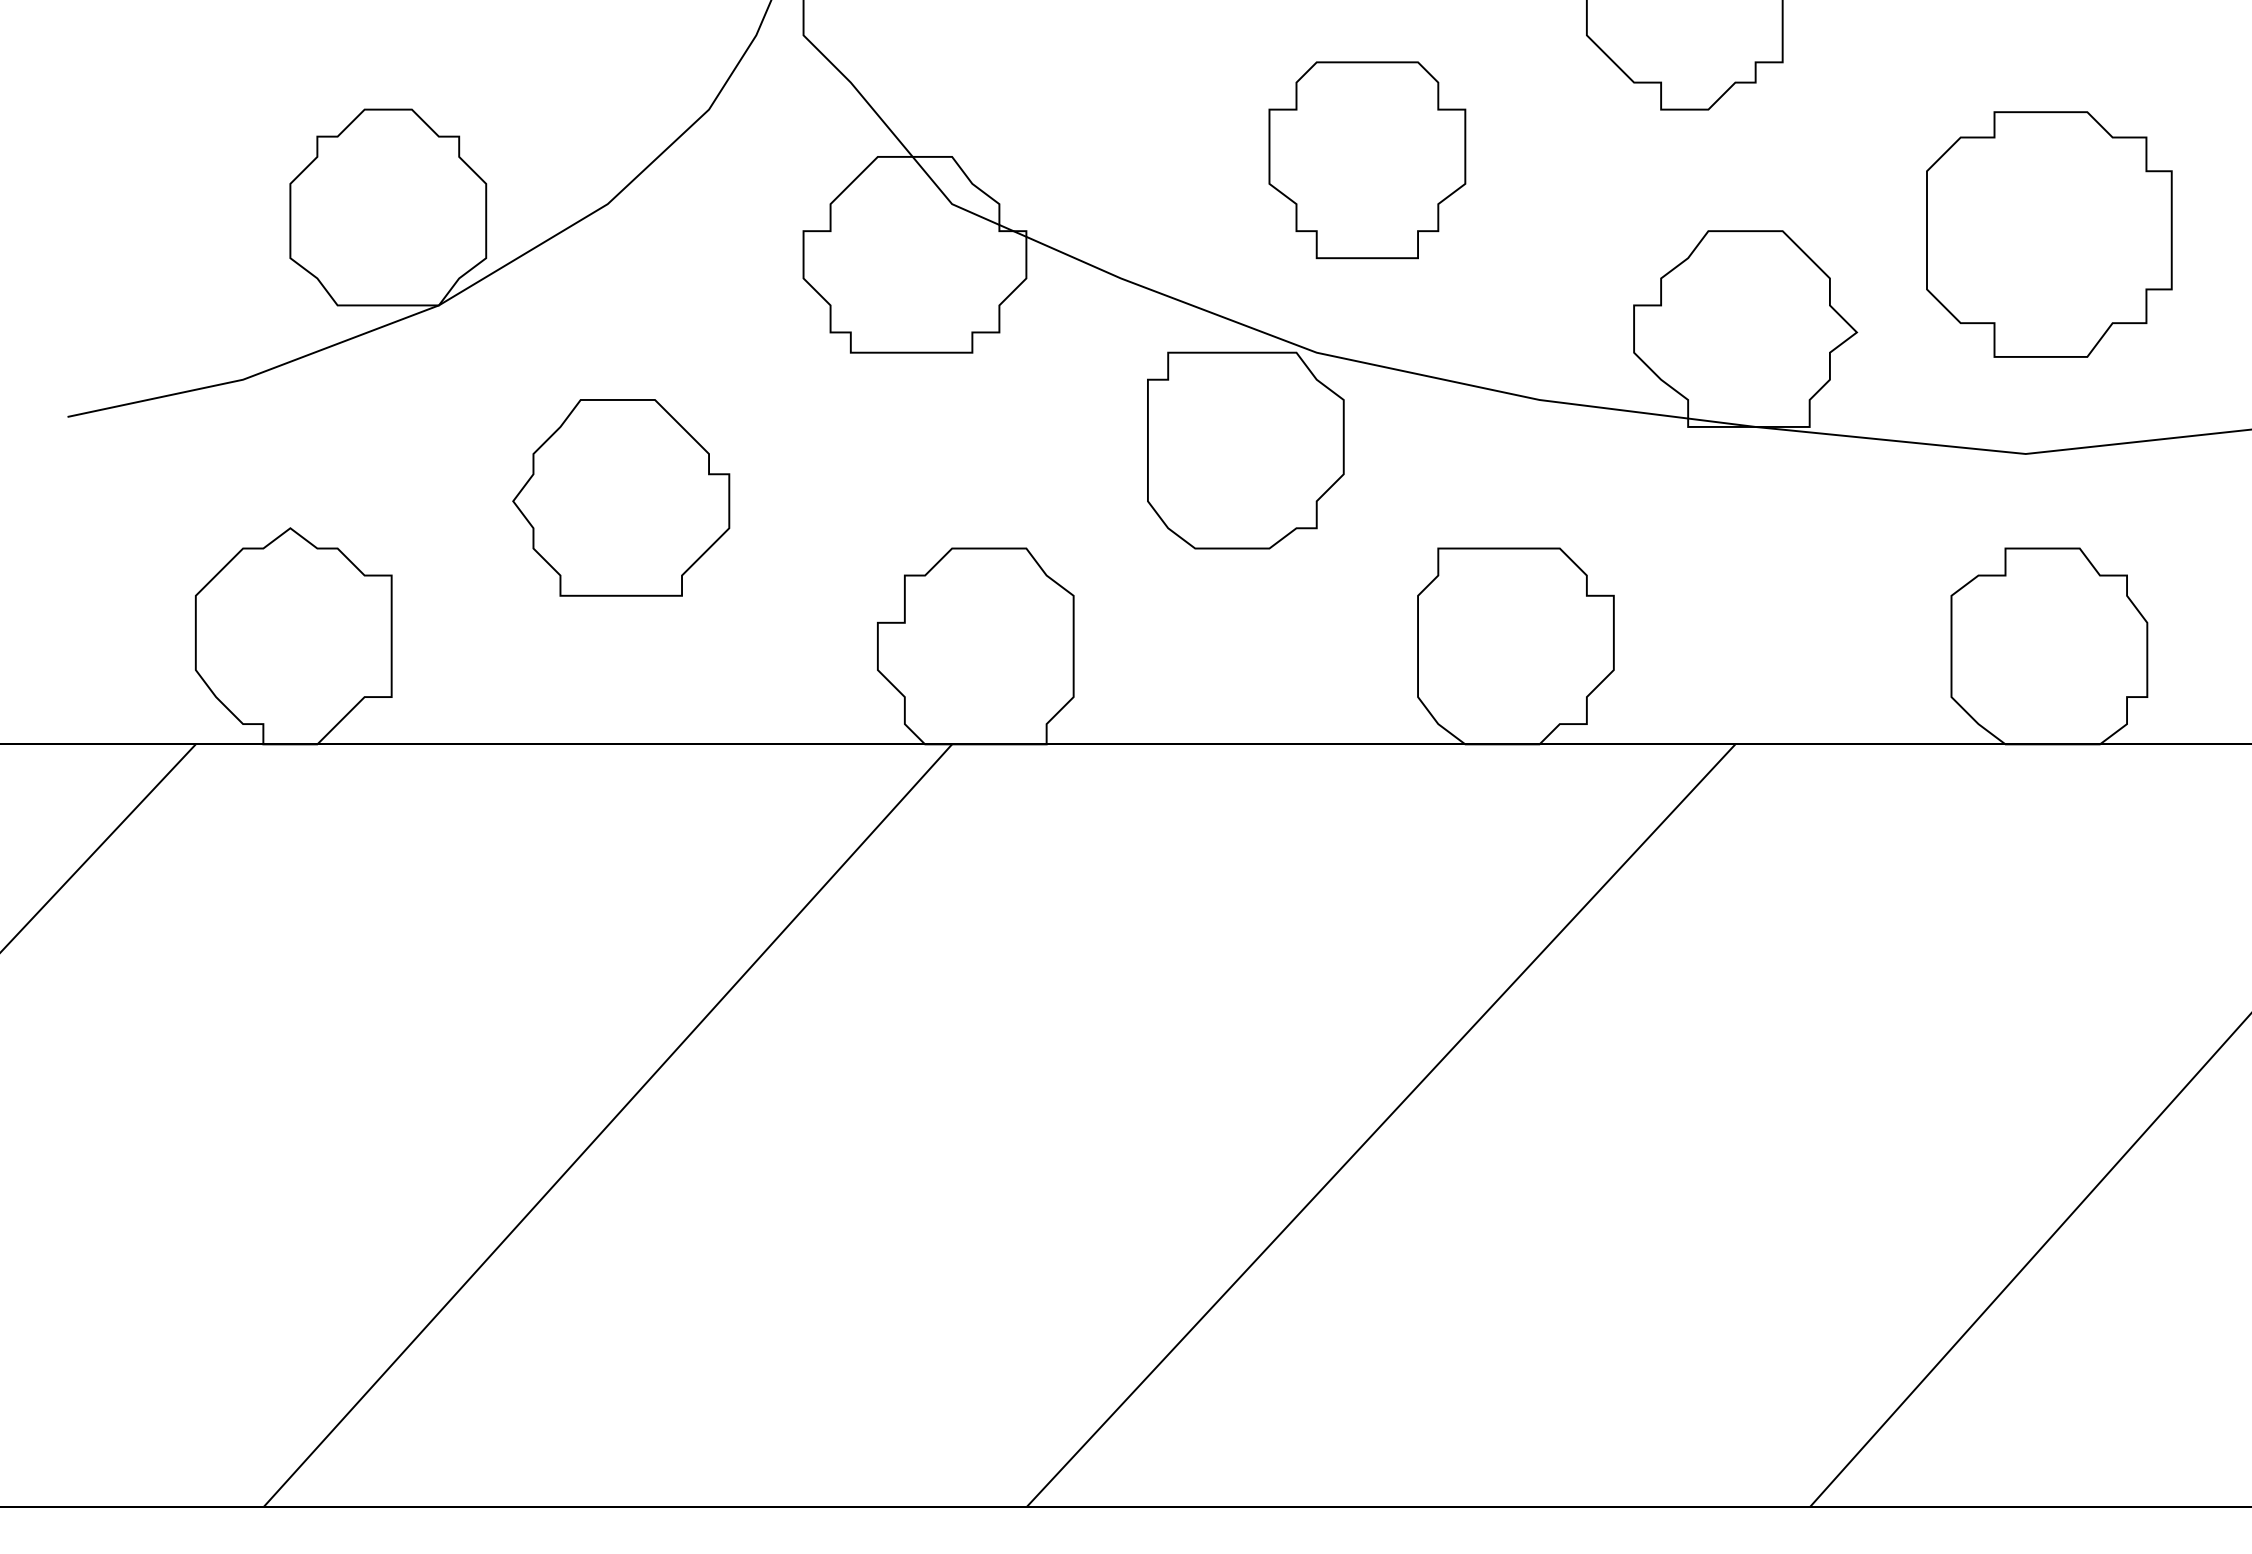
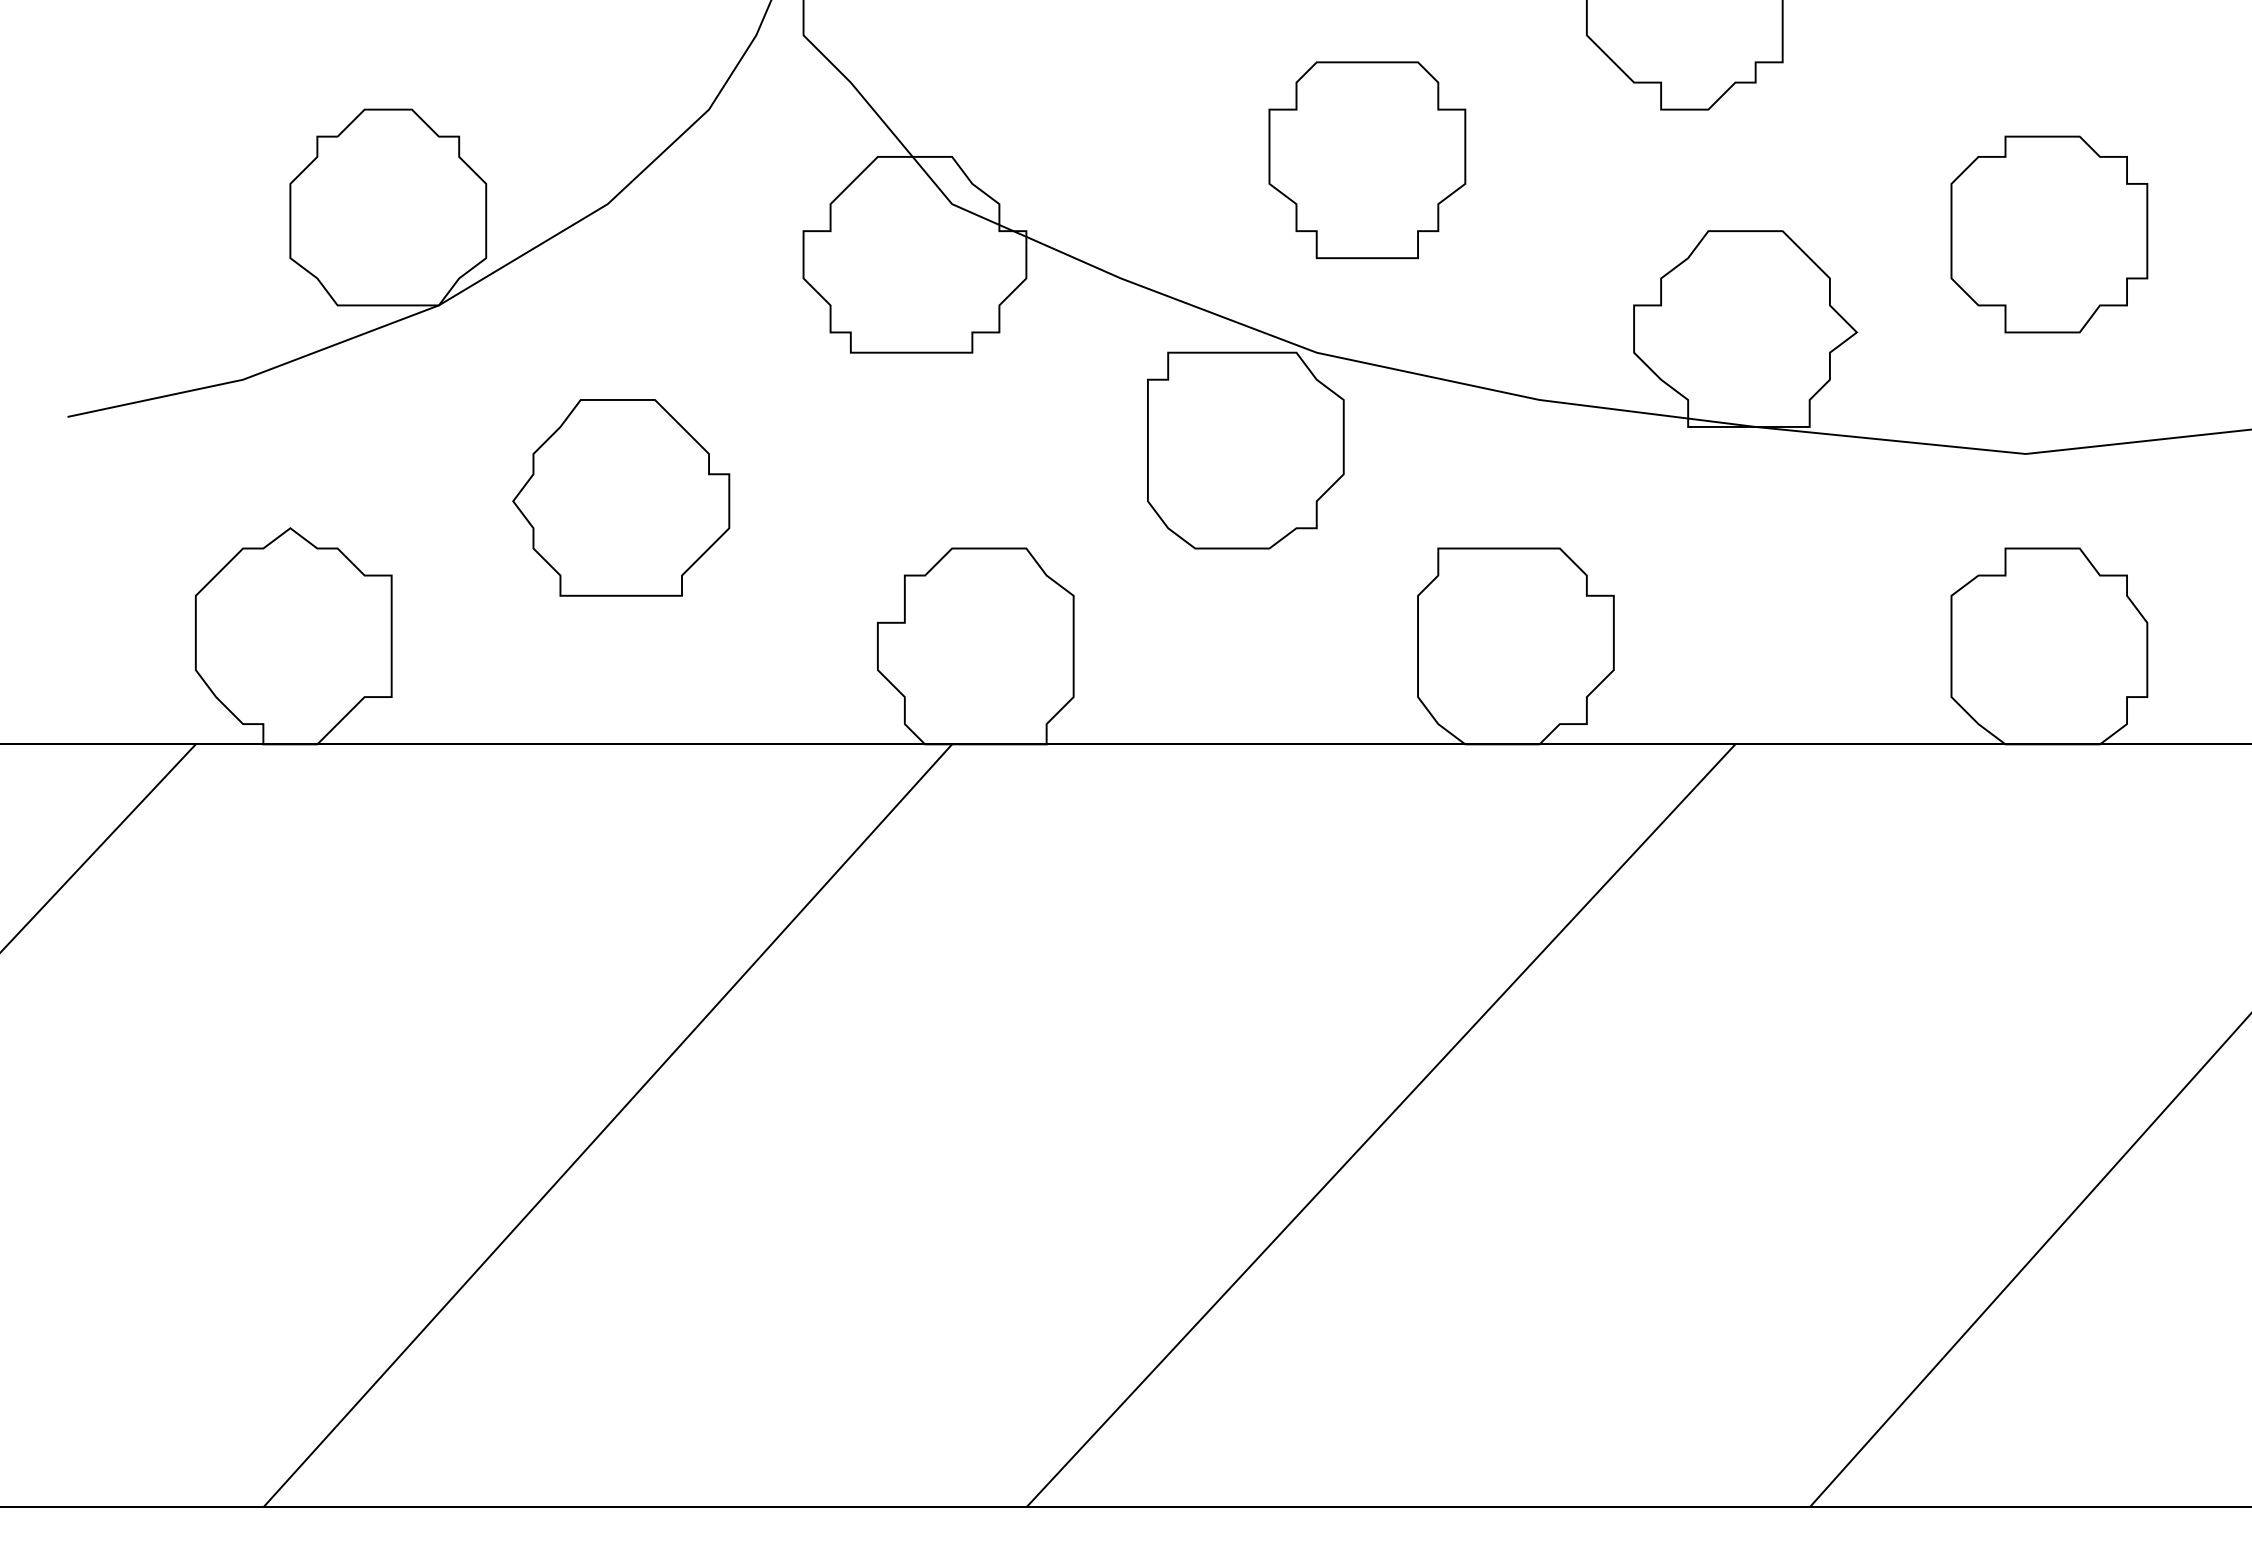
part at (2049, 234) size: 247x247 px -> 199x199 px
